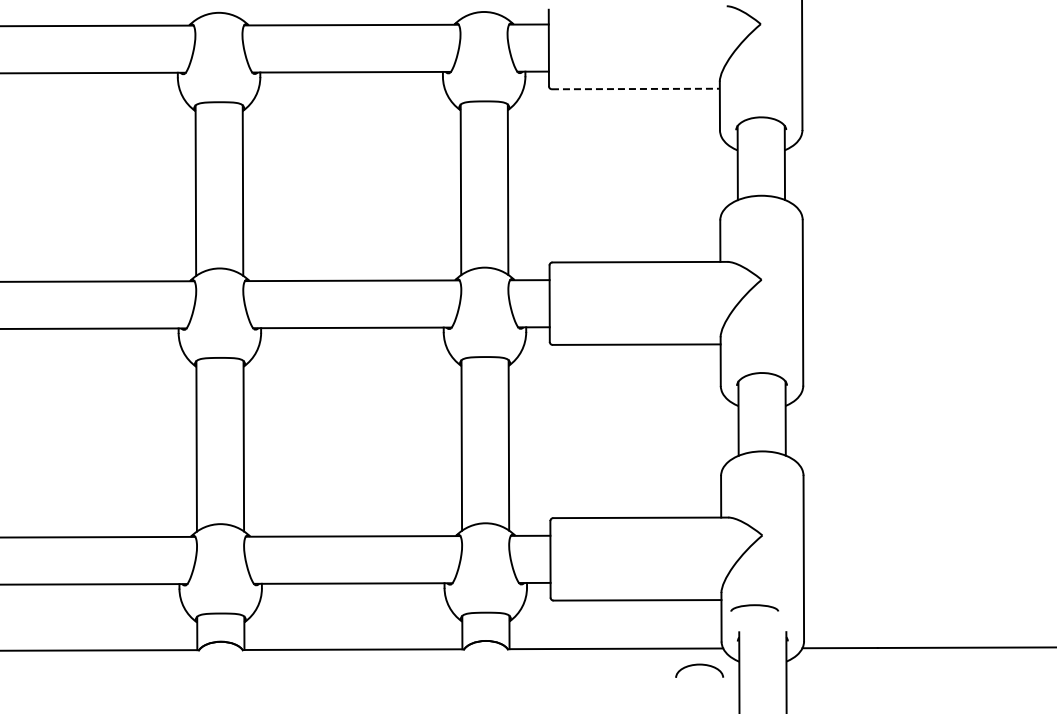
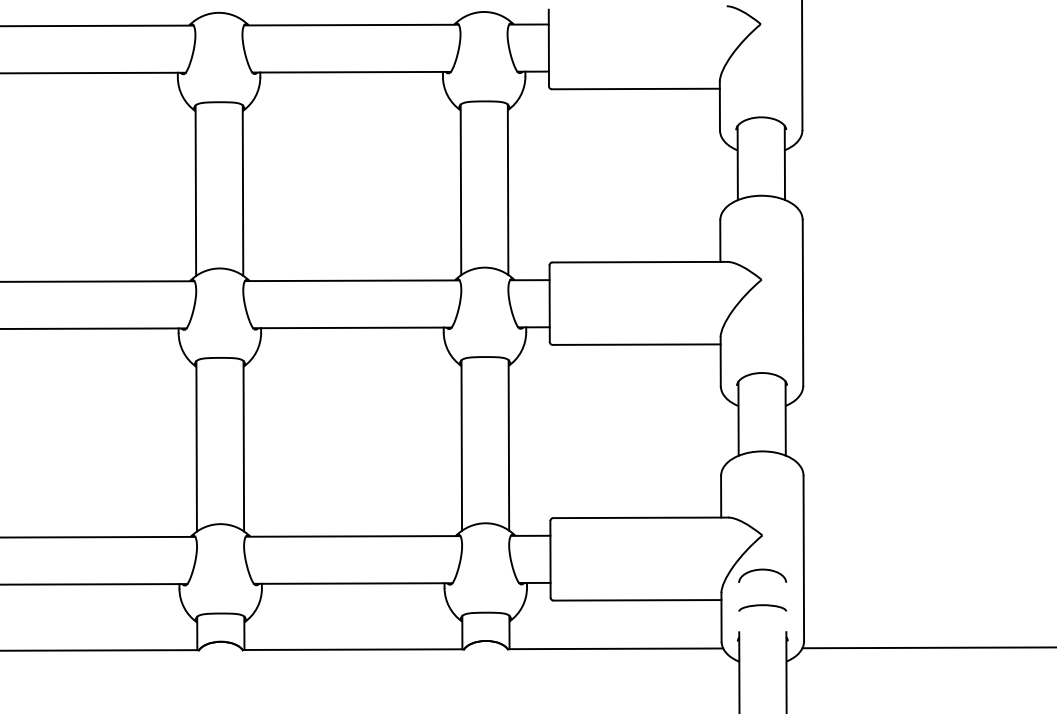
line at (635, 89): dashed -> solid
curve at (754, 606) position: (754, 606) -> (762, 606)
curve at (699, 665) position: (699, 665) -> (762, 570)
